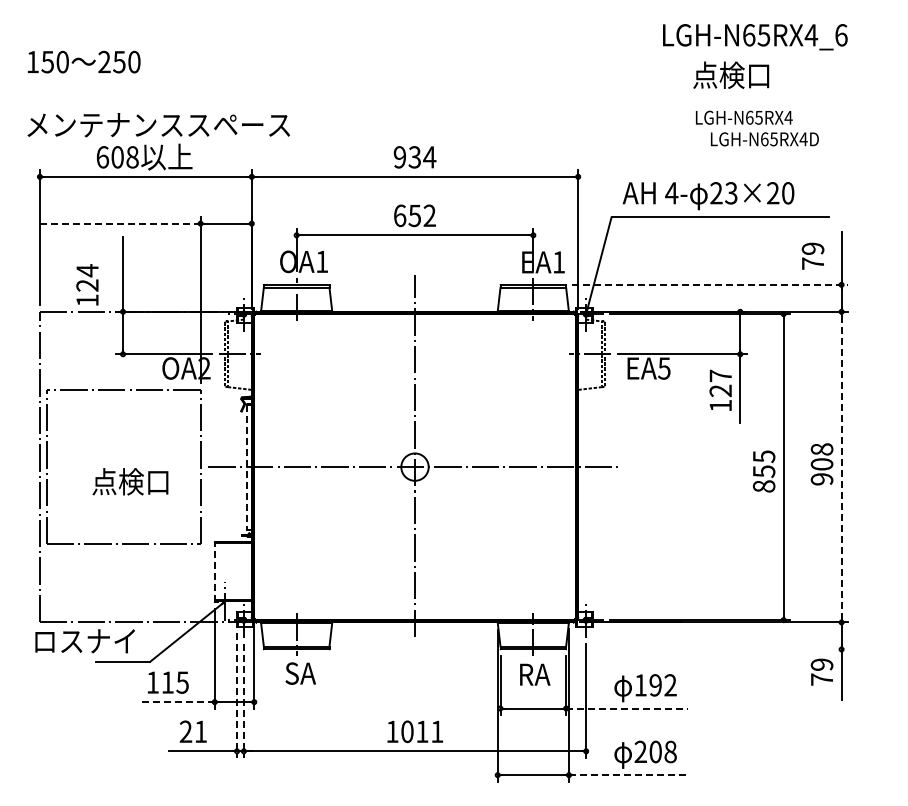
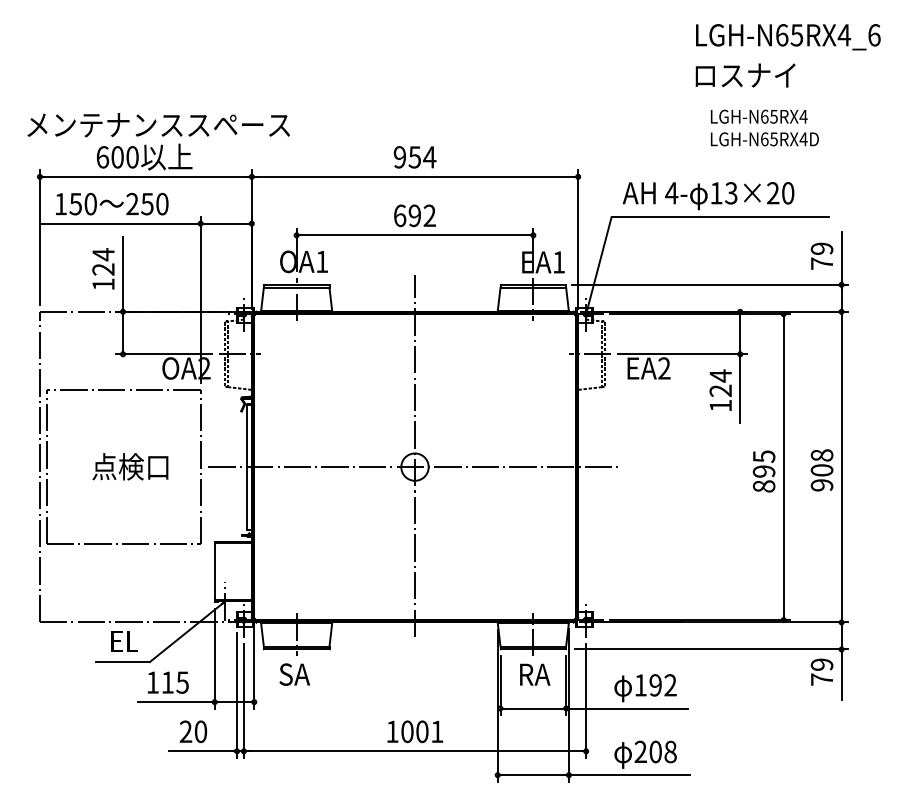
text at (755, 37) position: (755, 37) -> (788, 37)
text at (84, 61) position: (84, 61) -> (112, 203)
text at (744, 74): 点検口 -> ロスナイ
text at (744, 117) position: (744, 117) -> (759, 116)
text at (414, 156): 934 -> 954
text at (132, 157): 608 -> 600
text at (716, 193): 23×20 -> 13×20
text at (414, 215): 652 -> 692
line at (119, 223): dashed -> solid
text at (812, 255) position: (812, 255) -> (821, 255)
text at (87, 284) position: (87, 284) -> (103, 268)
line at (710, 284): dashed -> solid
text at (664, 368): EA5 -> EA2
text at (720, 375): 127 -> 124
text at (821, 464) position: (821, 464) -> (821, 470)
line at (246, 467): dashed -> solid
line at (841, 467): dashed -> solid
text at (763, 471): 855 -> 895
text at (130, 481) position: (130, 481) -> (130, 466)
line at (214, 571): dashed -> solid
text at (86, 641): ロスナイ -> EL
line at (711, 649): none -> present
text at (300, 673) position: (300, 673) -> (294, 674)
line at (236, 696): dashed -> solid
line at (243, 701): dashed -> solid
line at (176, 702): dashed -> solid
line at (627, 708): dashed -> solid
text at (201, 731): 21 -> 20
text at (422, 731): 1011 -> 1001
line at (629, 775): dashed -> solid
